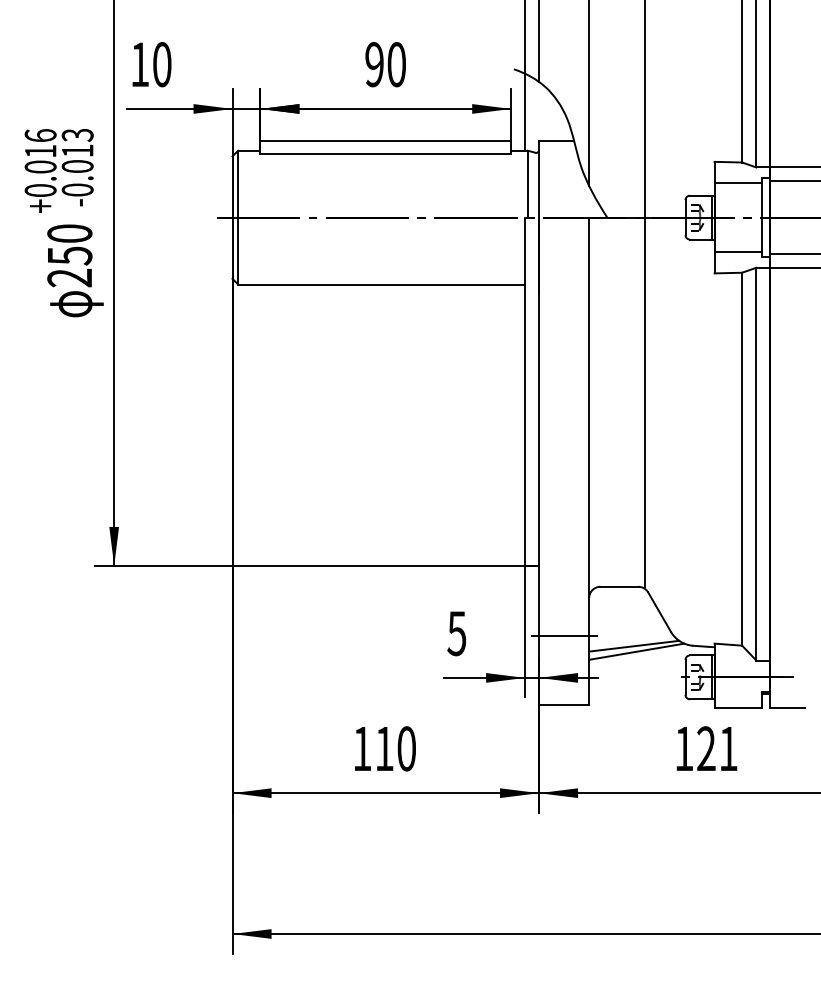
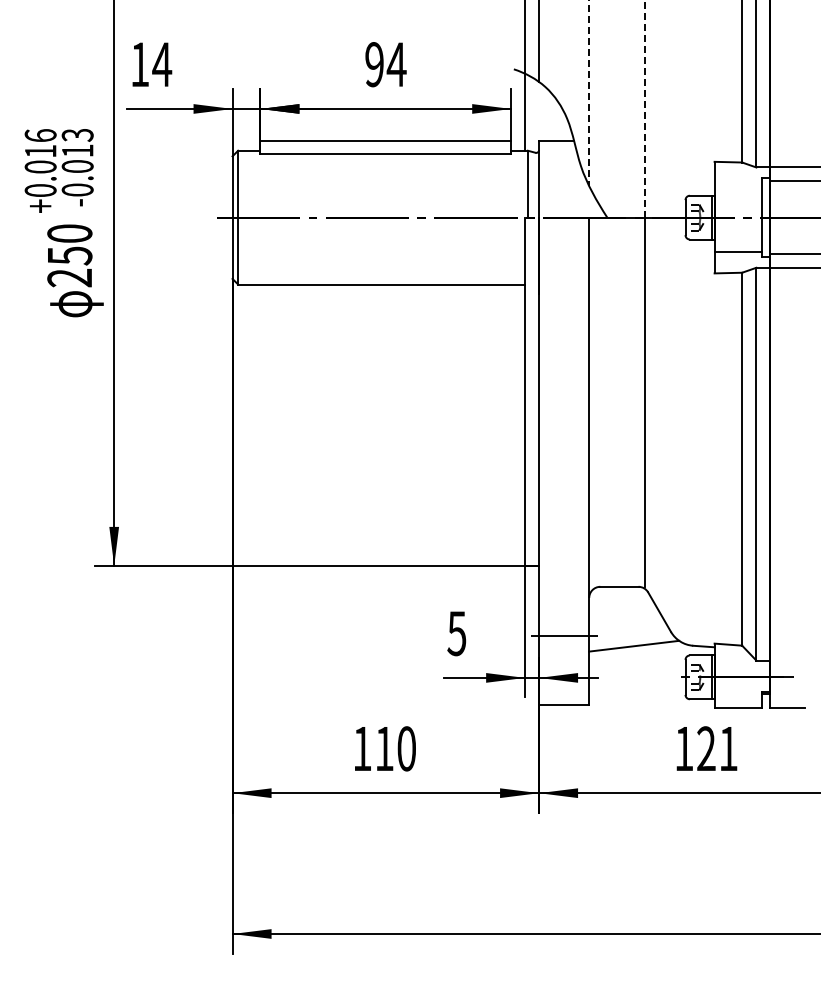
text at (162, 64): 10 -> 14
text at (396, 64): 90 -> 94
line at (589, 93): solid -> dashed
line at (644, 108): solid -> dashed
line at (737, 182): present -> none
line at (636, 651): present -> none
